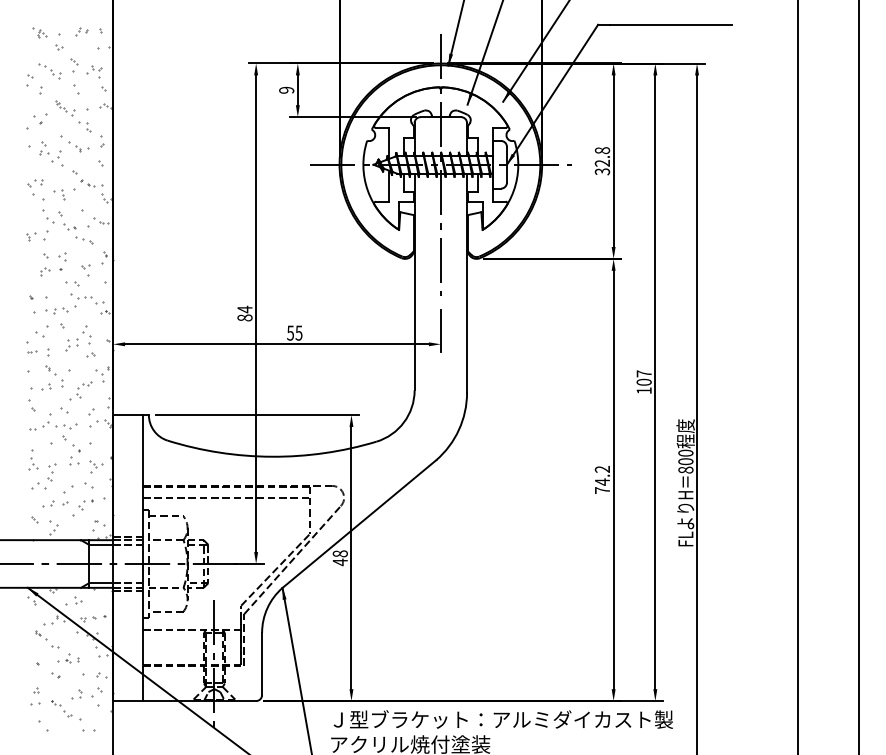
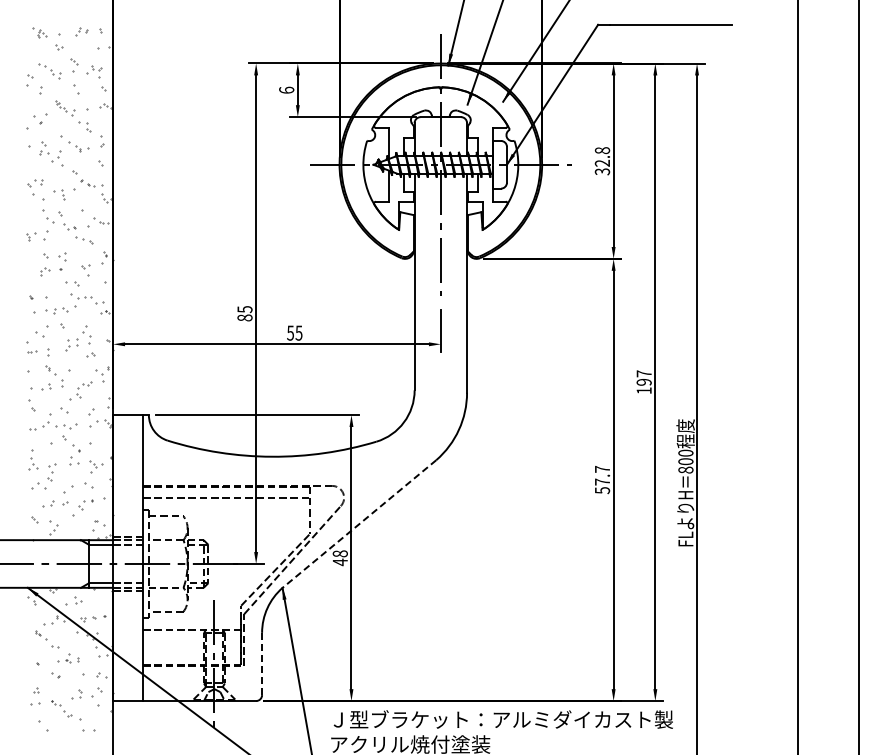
text at (286, 89): 9 -> 6
text at (244, 309): 84 -> 85
text at (643, 381): 107 -> 197
text at (602, 479): 74.2 -> 57.7
line at (359, 524): solid -> dashed
line at (262, 663): solid -> dashed
